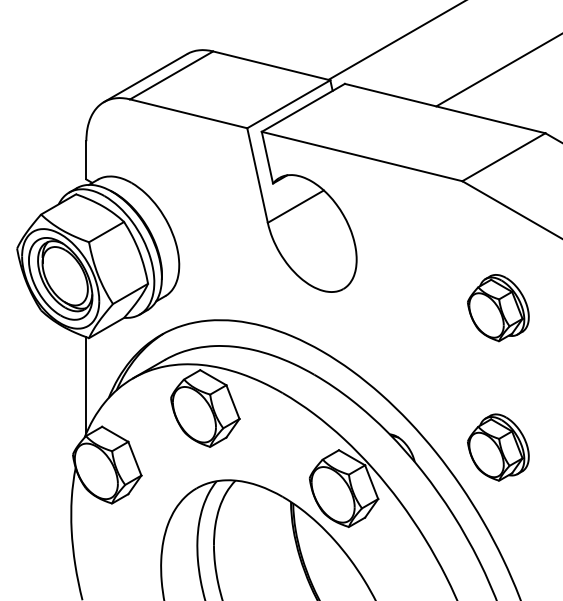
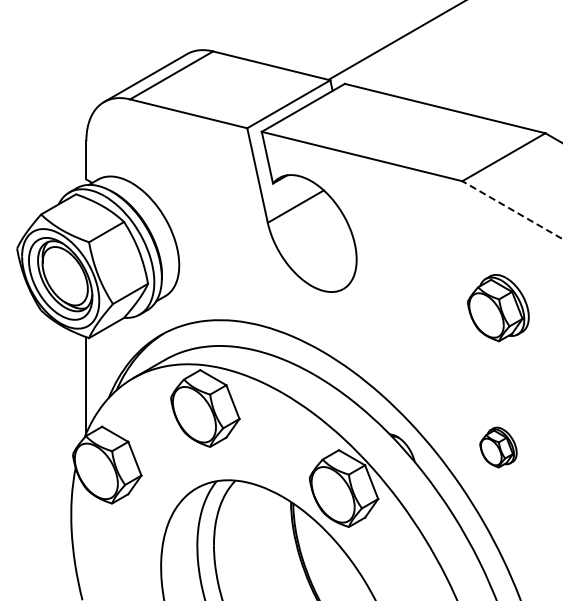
line at (497, 70): present -> none
line at (512, 210): solid -> dashed
part at (498, 447) size: 63x69 px -> 39x43 px
